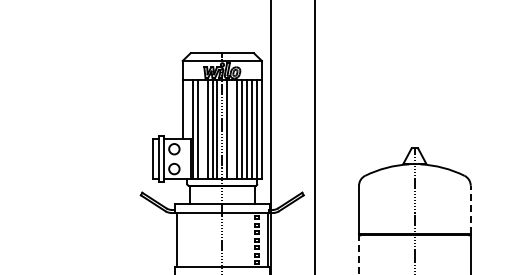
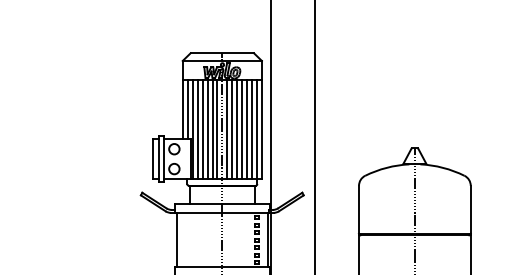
line at (187, 109): none -> present
line at (202, 129): none -> present
line at (232, 129): none -> present
line at (470, 209): dashed -> solid
line at (359, 255): dashed -> solid
